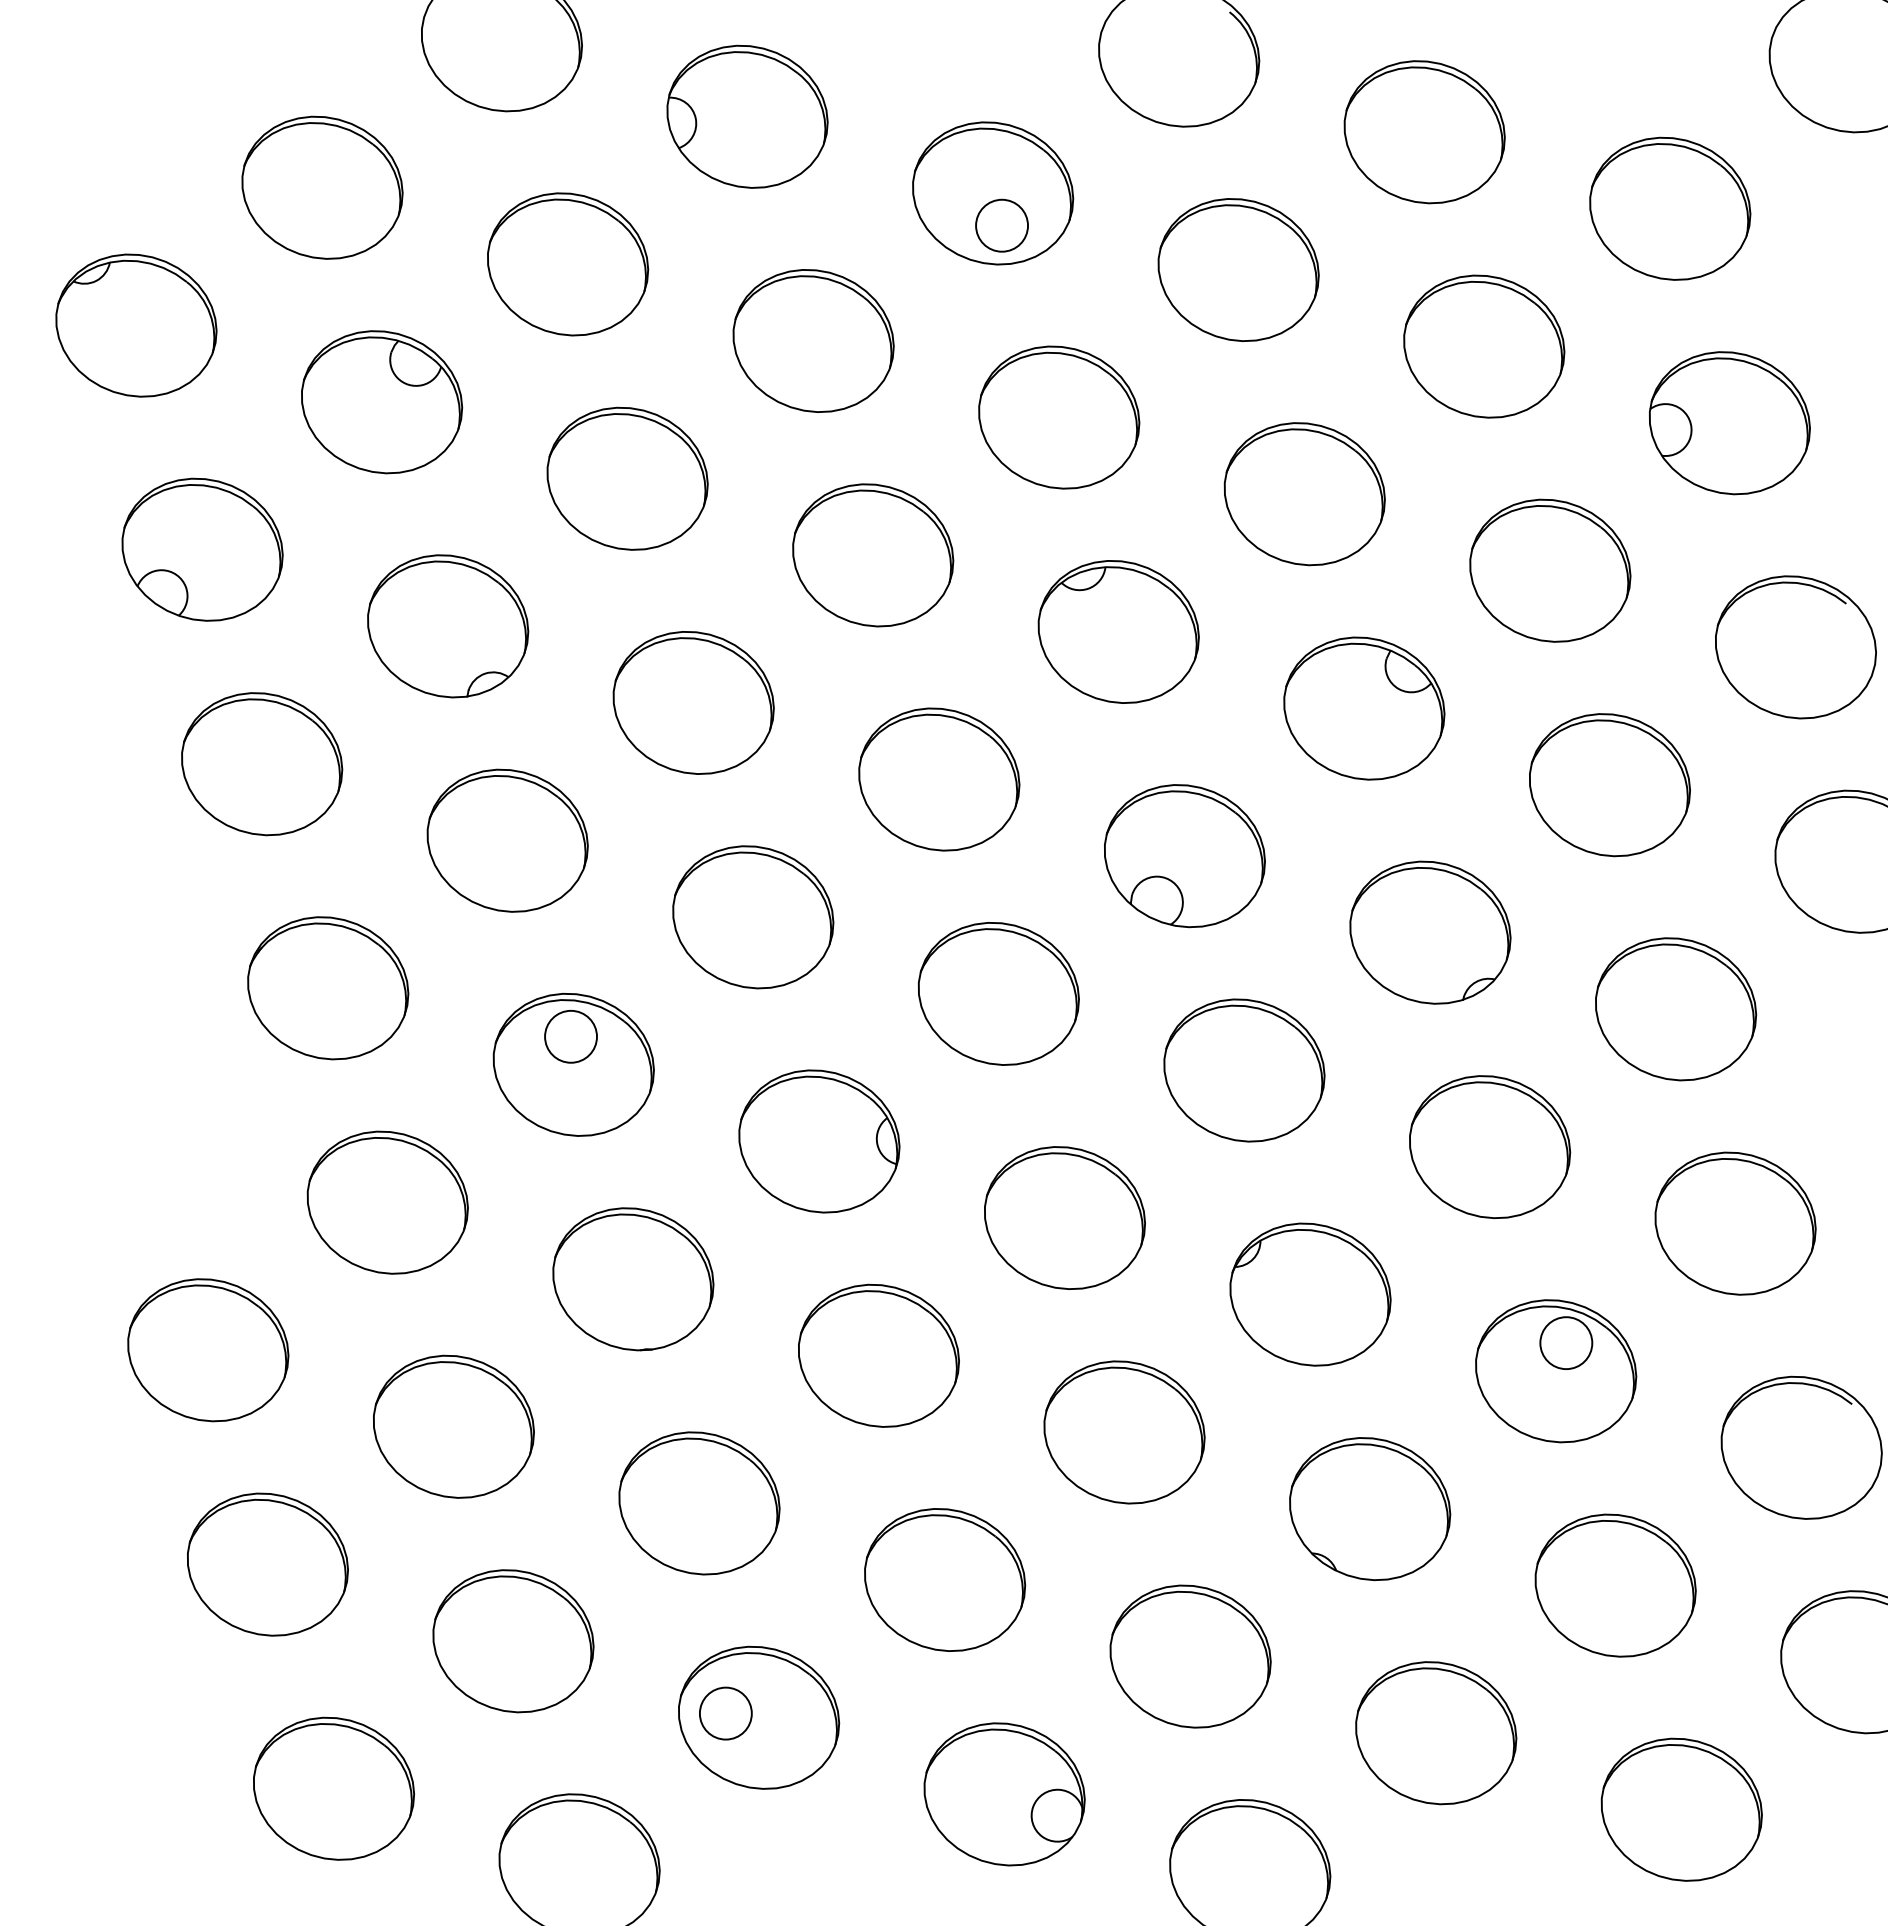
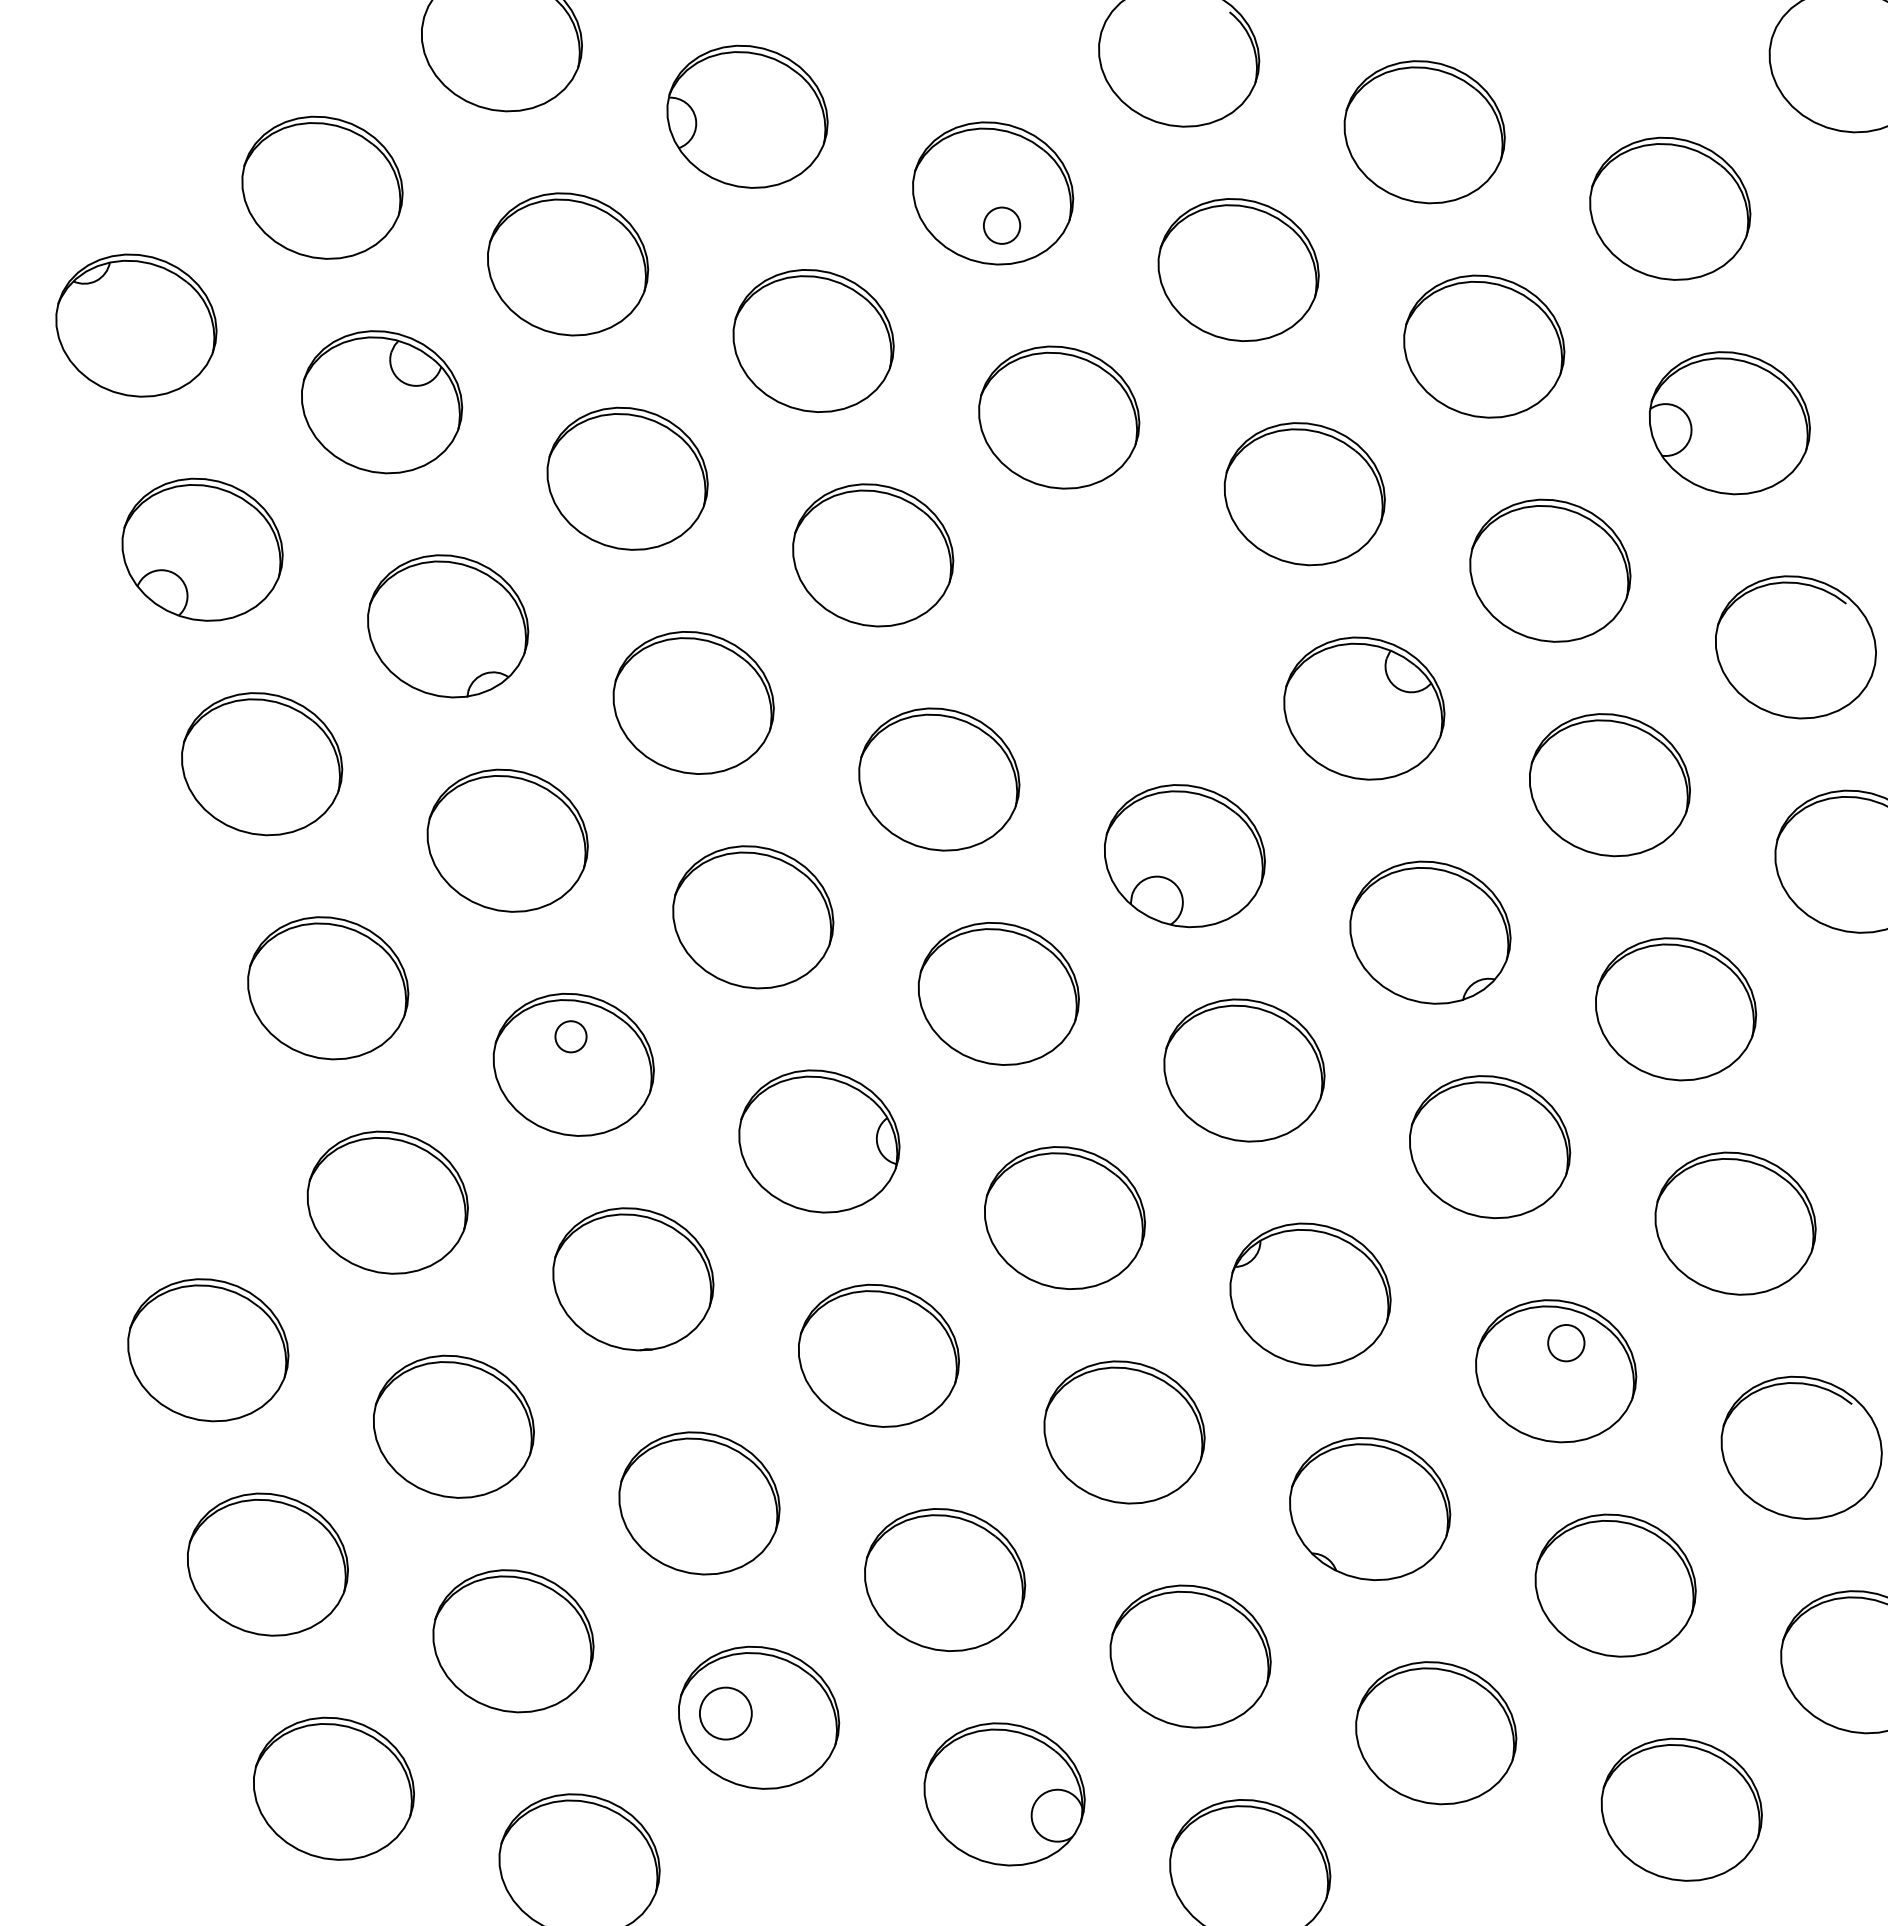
circle at (1002, 225) diameter: 52 px -> 36 px
part at (1118, 631): present -> none
circle at (571, 1036) diameter: 52 px -> 31 px
circle at (1566, 1343) diameter: 52 px -> 36 px
